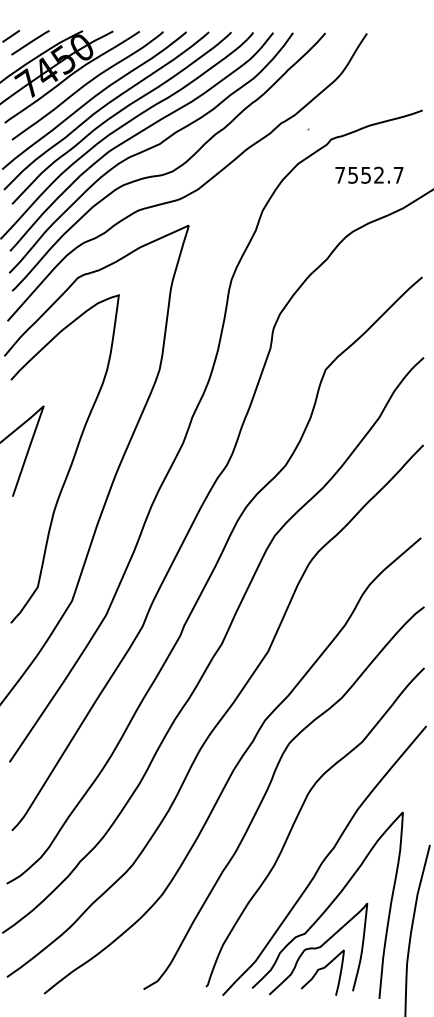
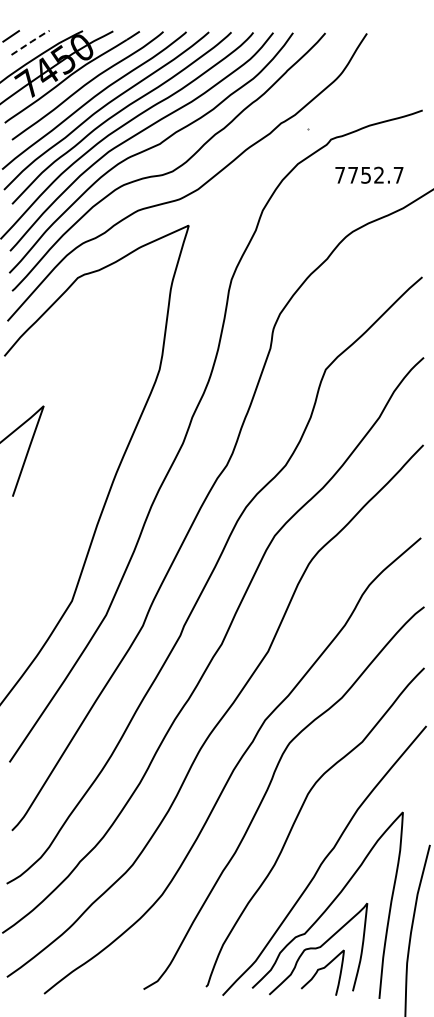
line at (31, 41): solid -> dashed
text at (352, 175): 7552.7 -> 7752.7
curve at (71, 461): present -> none
